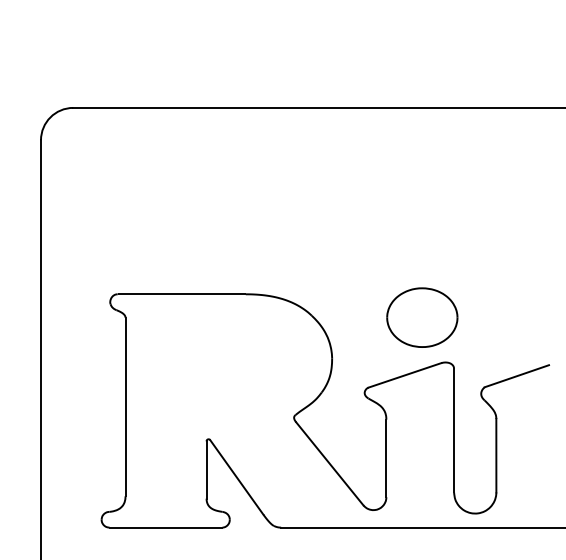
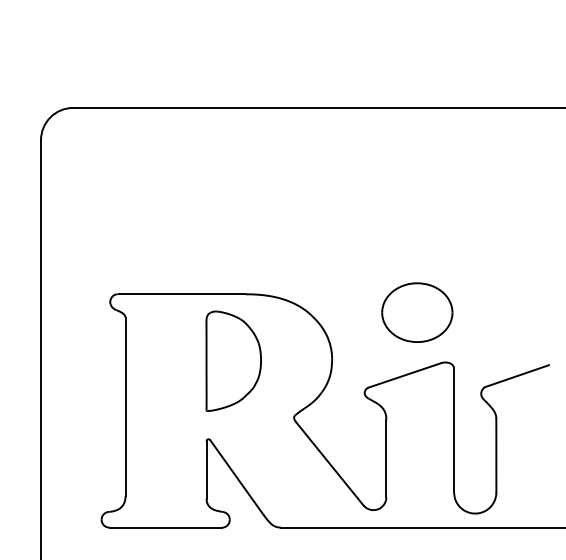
part at (422, 317) position: (422, 317) -> (417, 312)
part at (233, 360): none -> present
